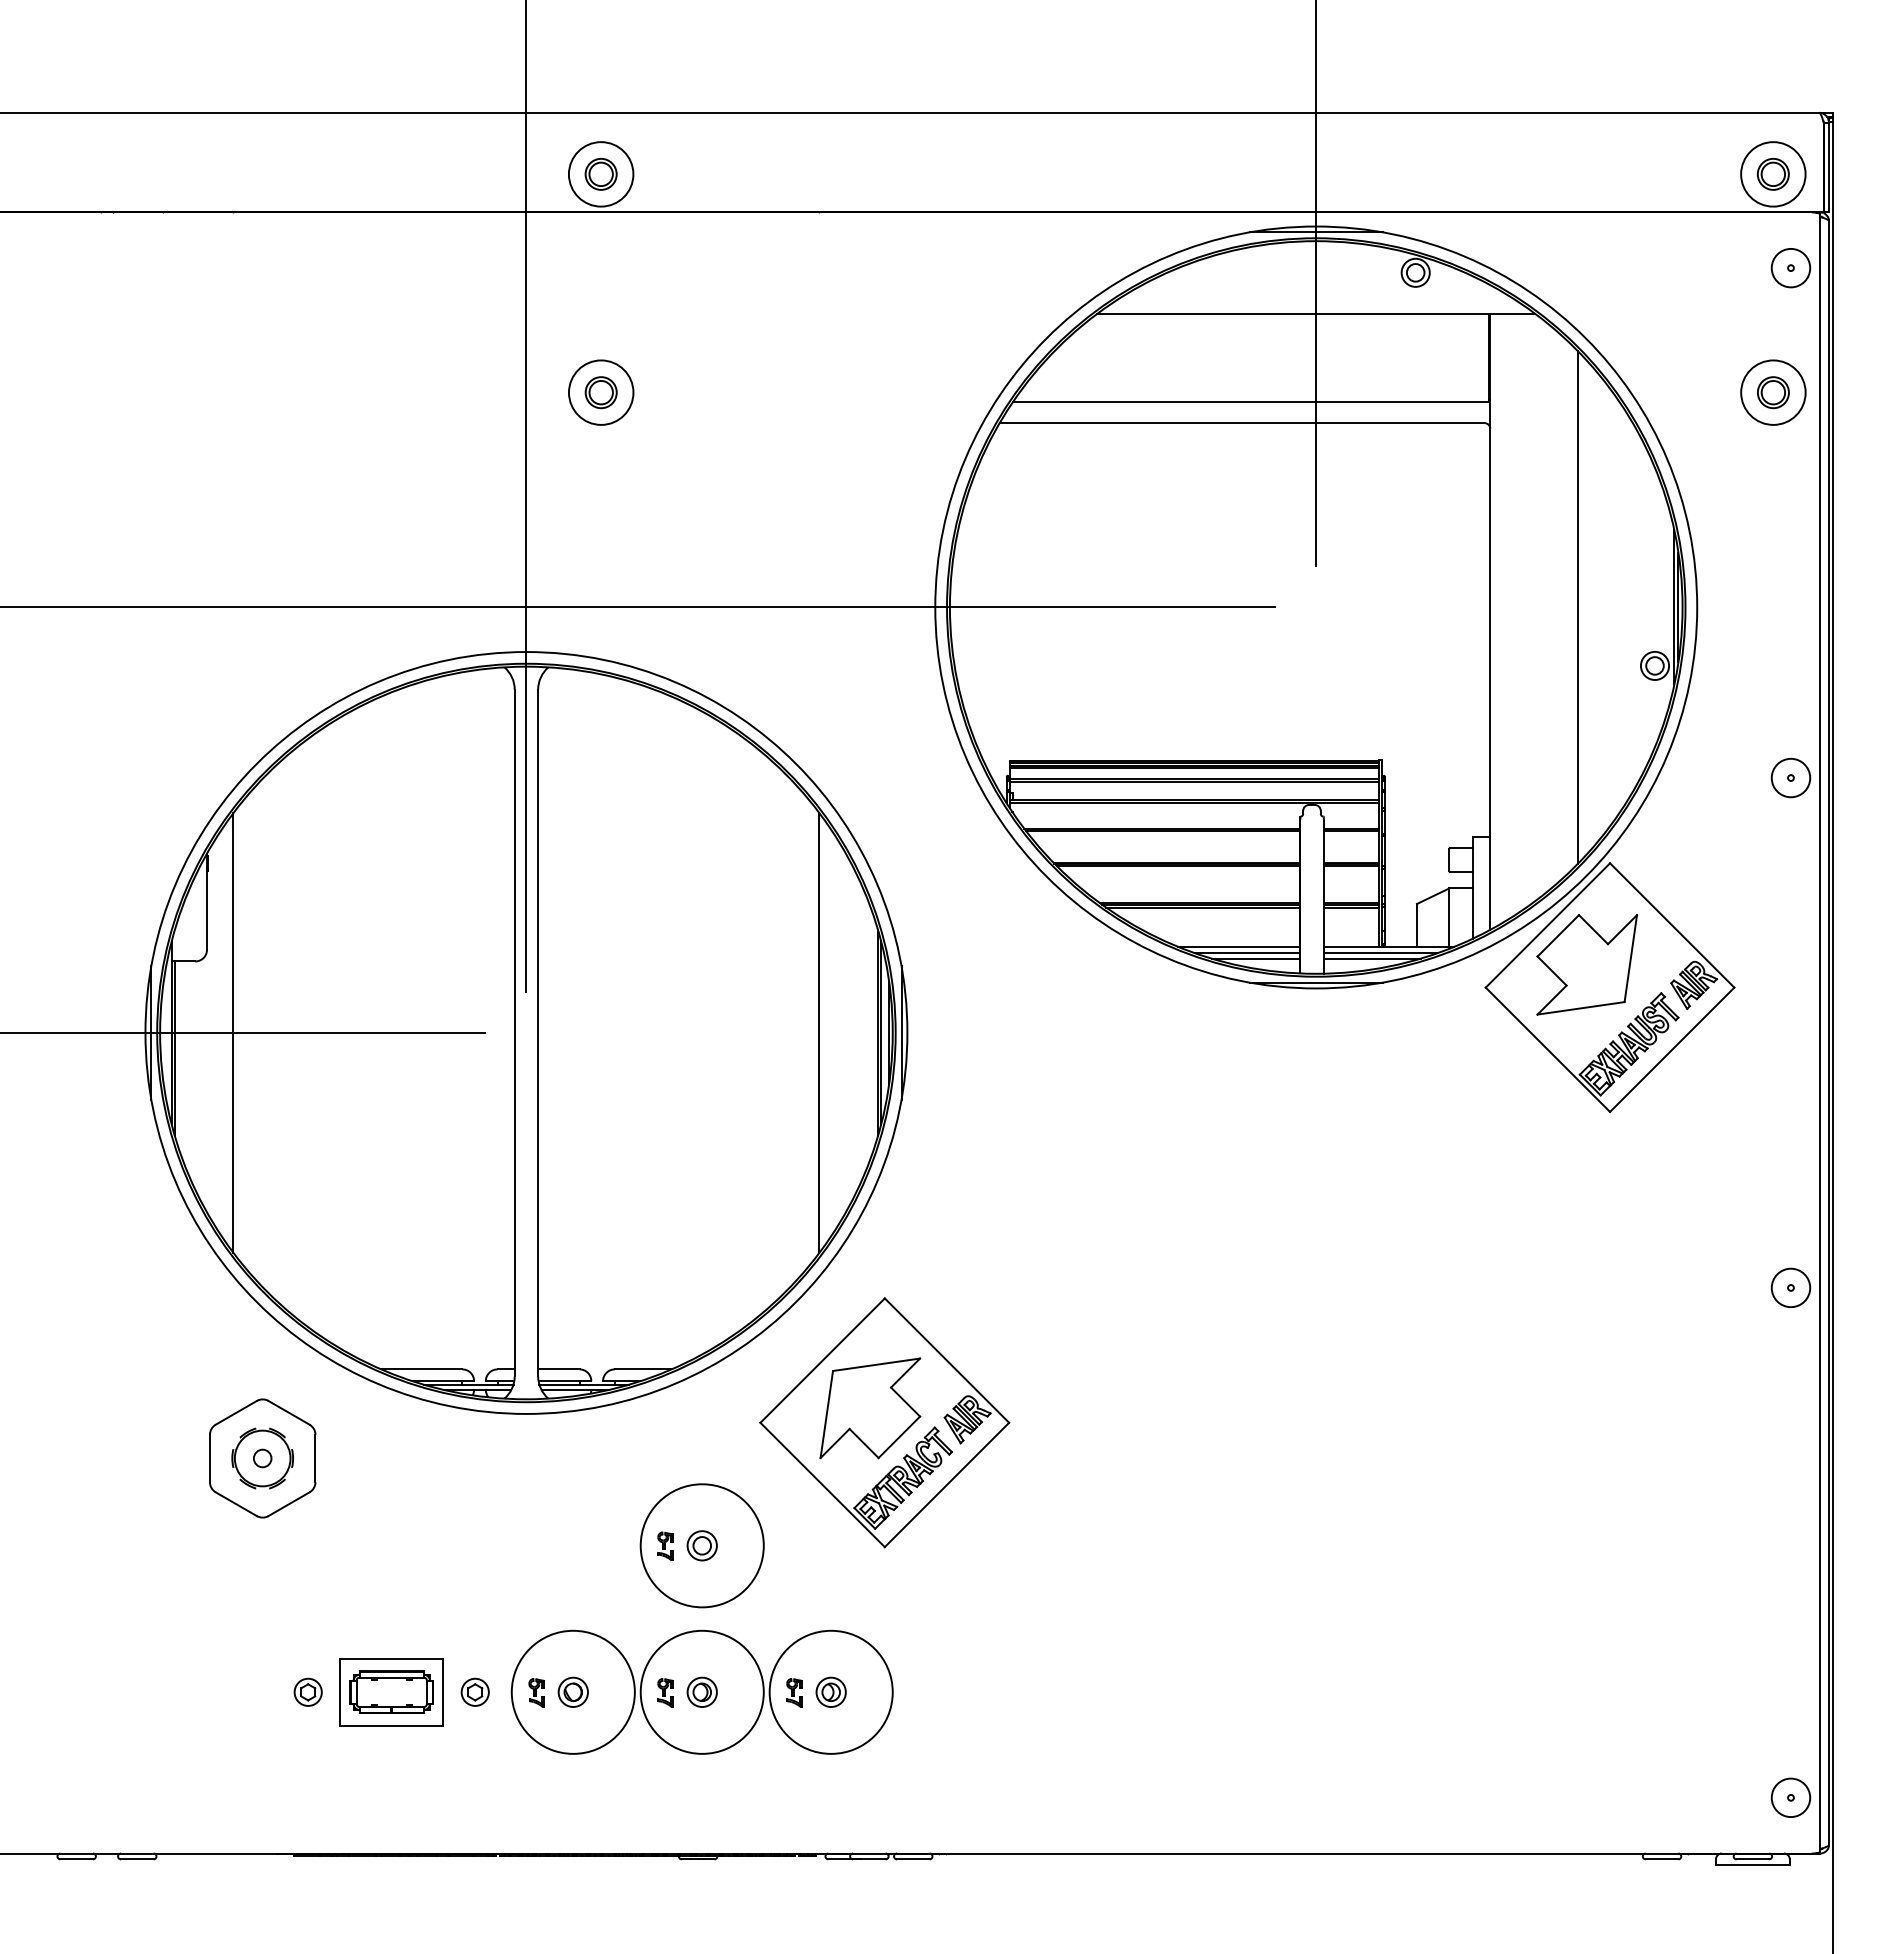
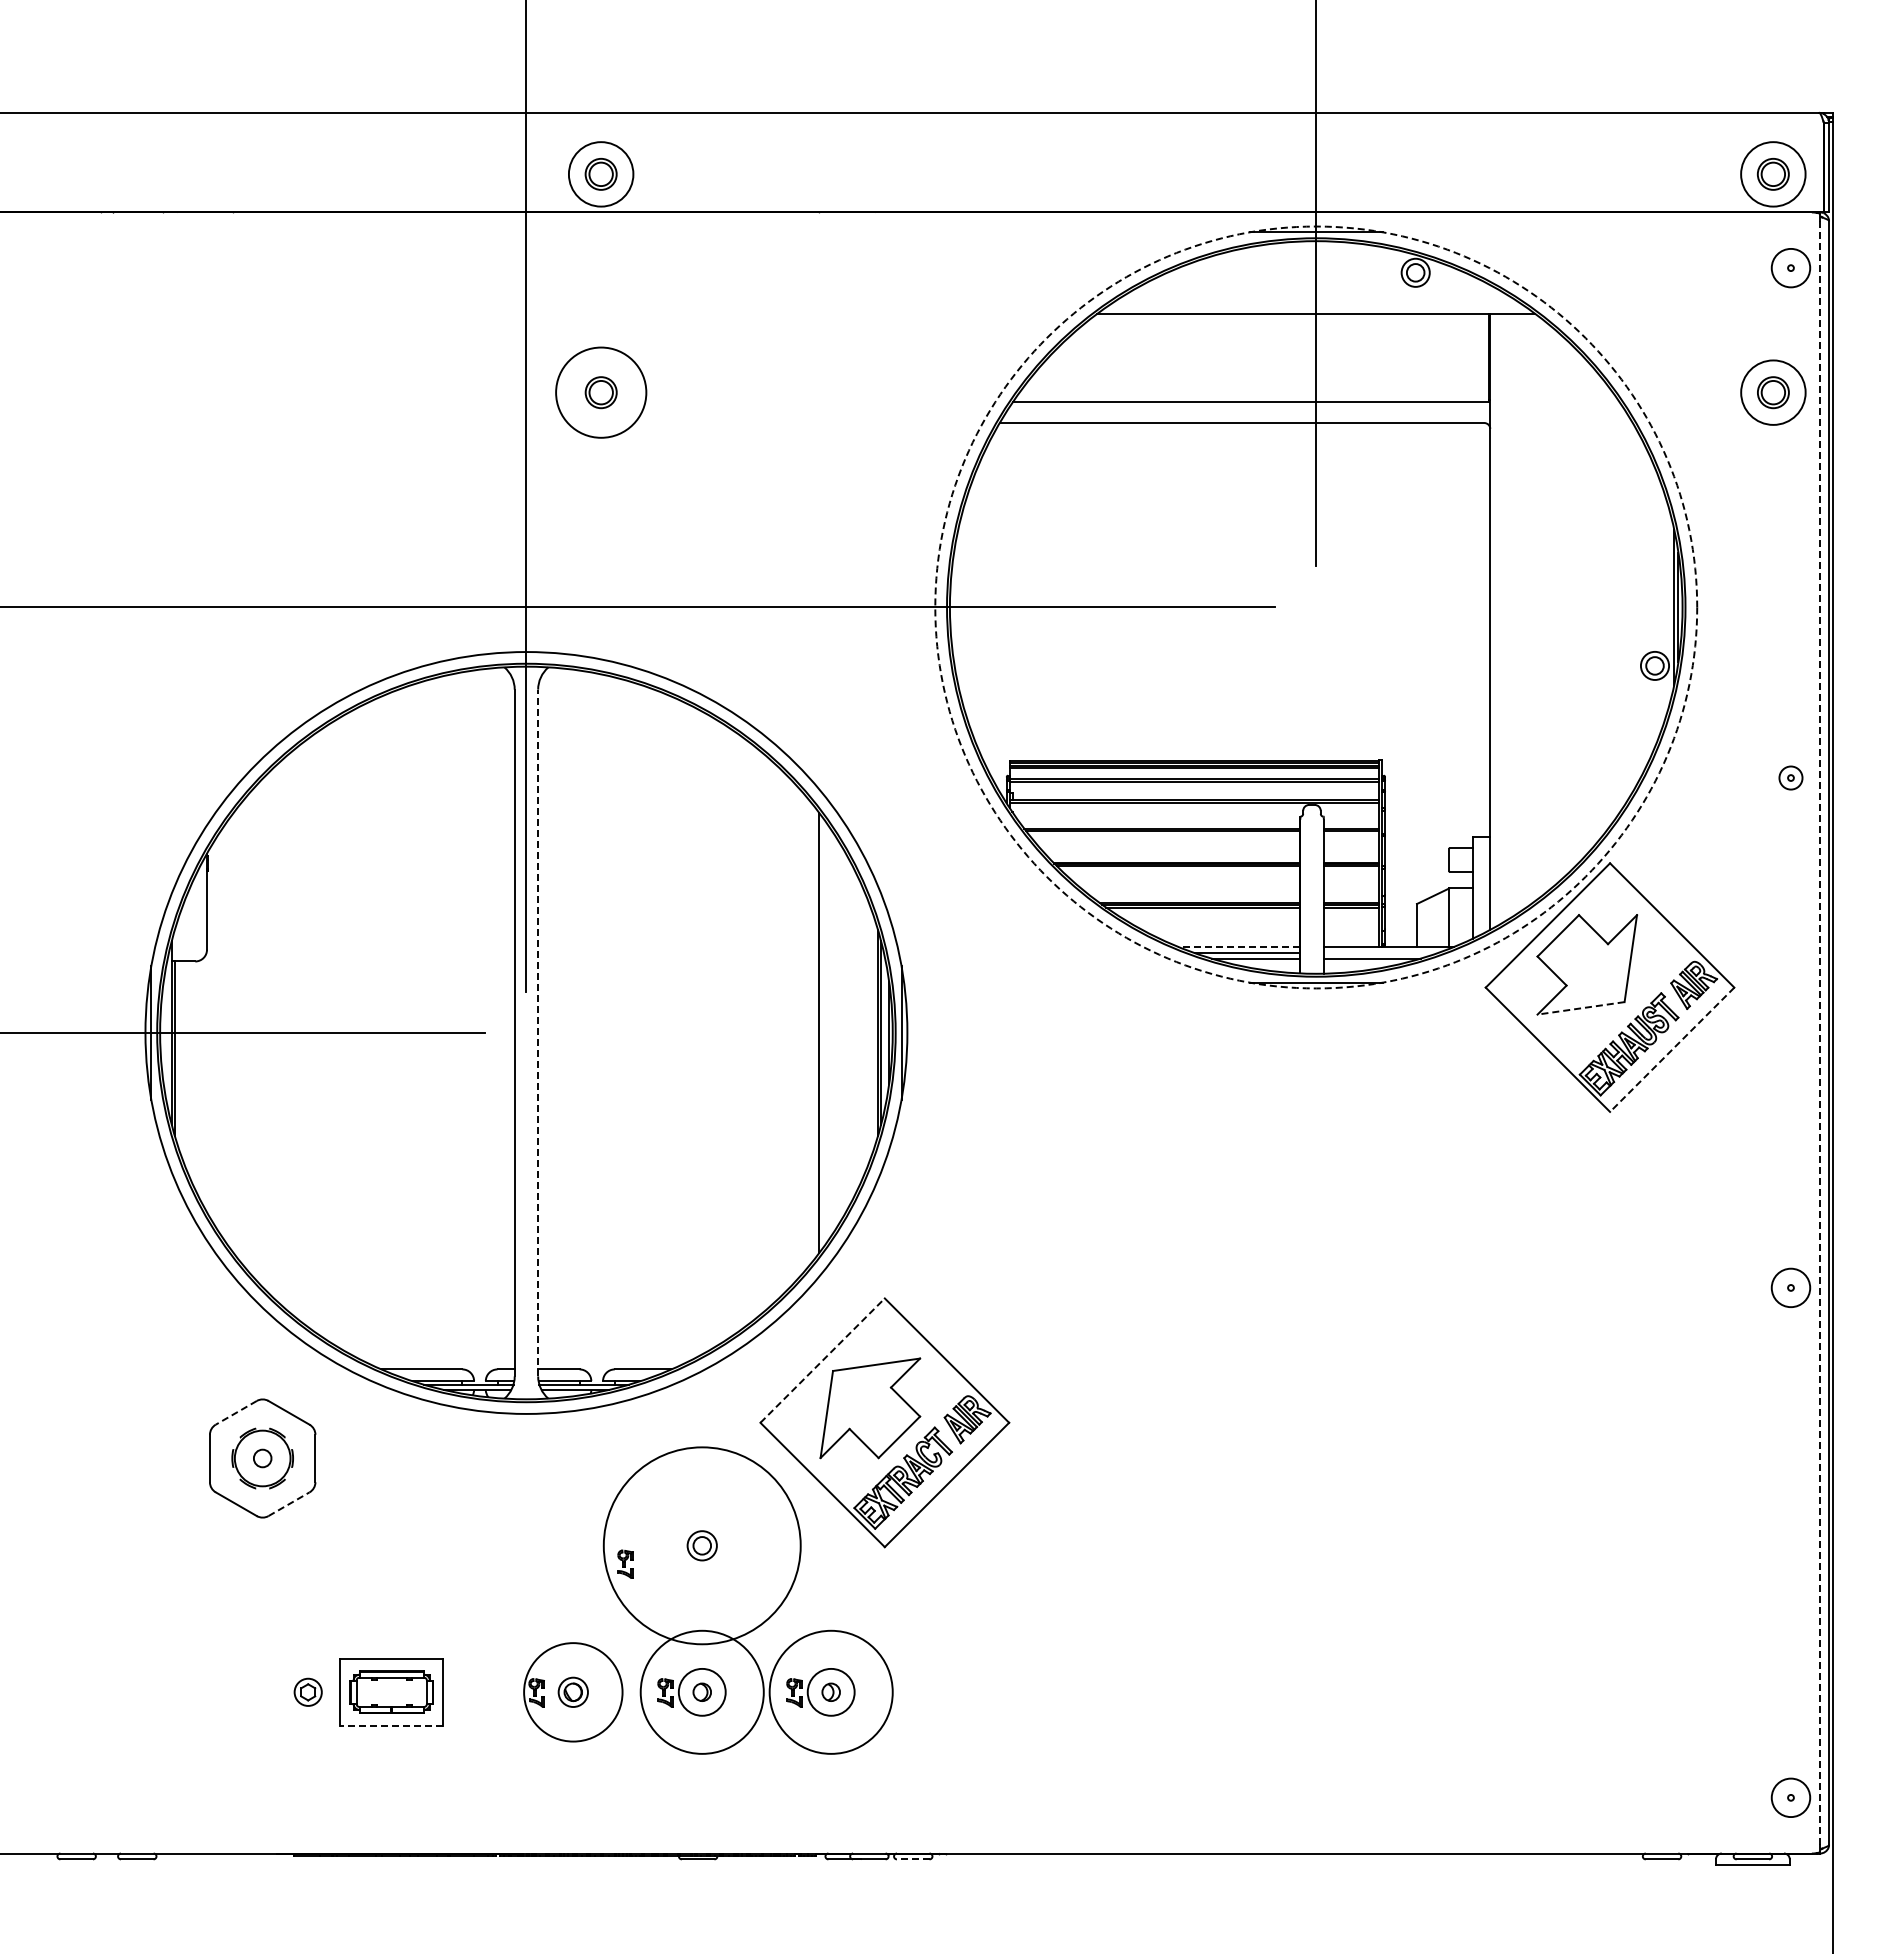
circle at (600, 392) diameter: 64 px -> 90 px
circle at (1316, 607): solid -> dashed
line at (1578, 607): present -> none
circle at (1790, 777) diameter: 38 px -> 23 px
line at (1239, 946): solid -> dashed
line at (1380, 953): present -> none
line at (1581, 1008): solid -> dashed
line at (233, 1032): present -> none
line at (538, 1032): solid -> dashed
line at (1820, 1032): solid -> dashed
line at (1672, 1049): solid -> dashed
line at (822, 1360): solid -> dashed
line at (236, 1412): solid -> dashed
line at (289, 1504): solid -> dashed
part at (665, 1545) position: (665, 1545) -> (625, 1563)
circle at (701, 1545) diameter: 123 px -> 197 px
part at (474, 1691): present -> none
circle at (572, 1691) diameter: 123 px -> 98 px
circle at (701, 1692) diameter: 29 px -> 47 px
circle at (830, 1692) diameter: 29 px -> 47 px
line at (391, 1726): solid -> dashed
line at (912, 1859): solid -> dashed
